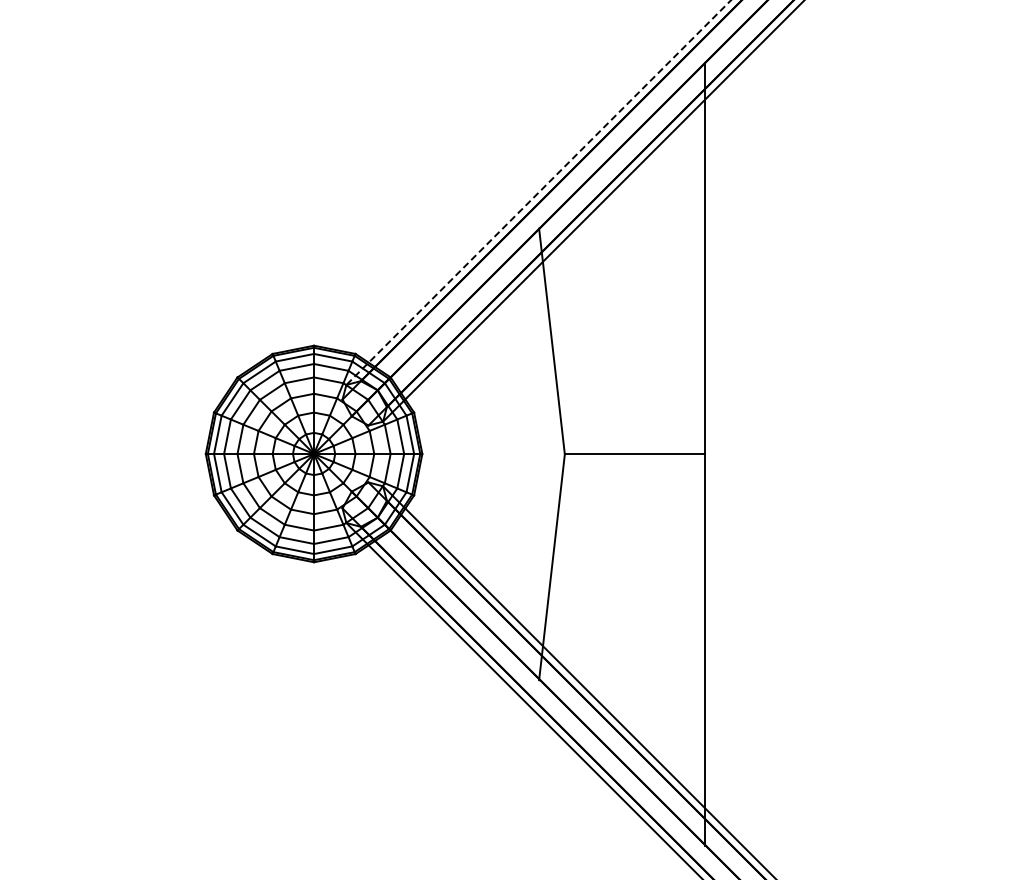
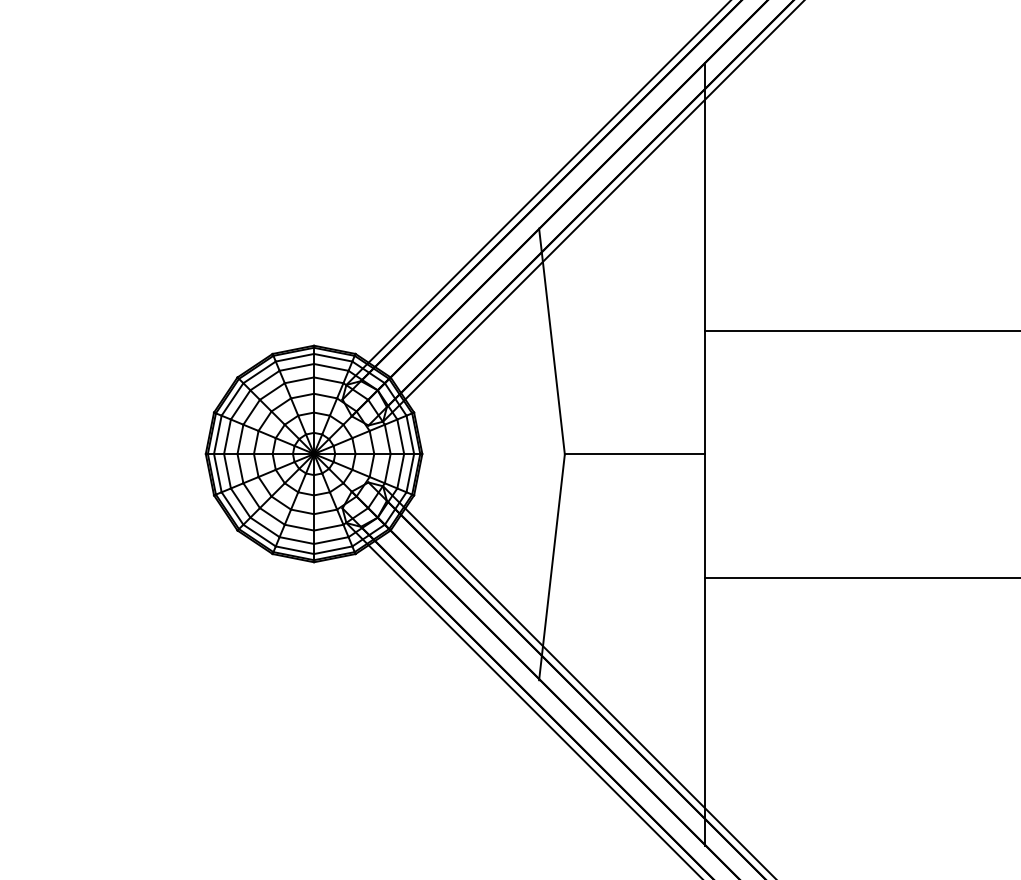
line at (538, 192): dashed -> solid
line at (860, 331): none -> present
line at (860, 577): none -> present
